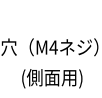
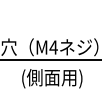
line at (50, 60): none -> present
